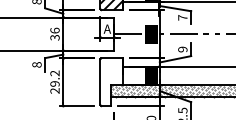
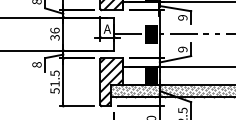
text at (182, 17): 7 -> 9
text at (54, 81): 29.2 -> 51.5
hatch at (111, 82): none -> present
